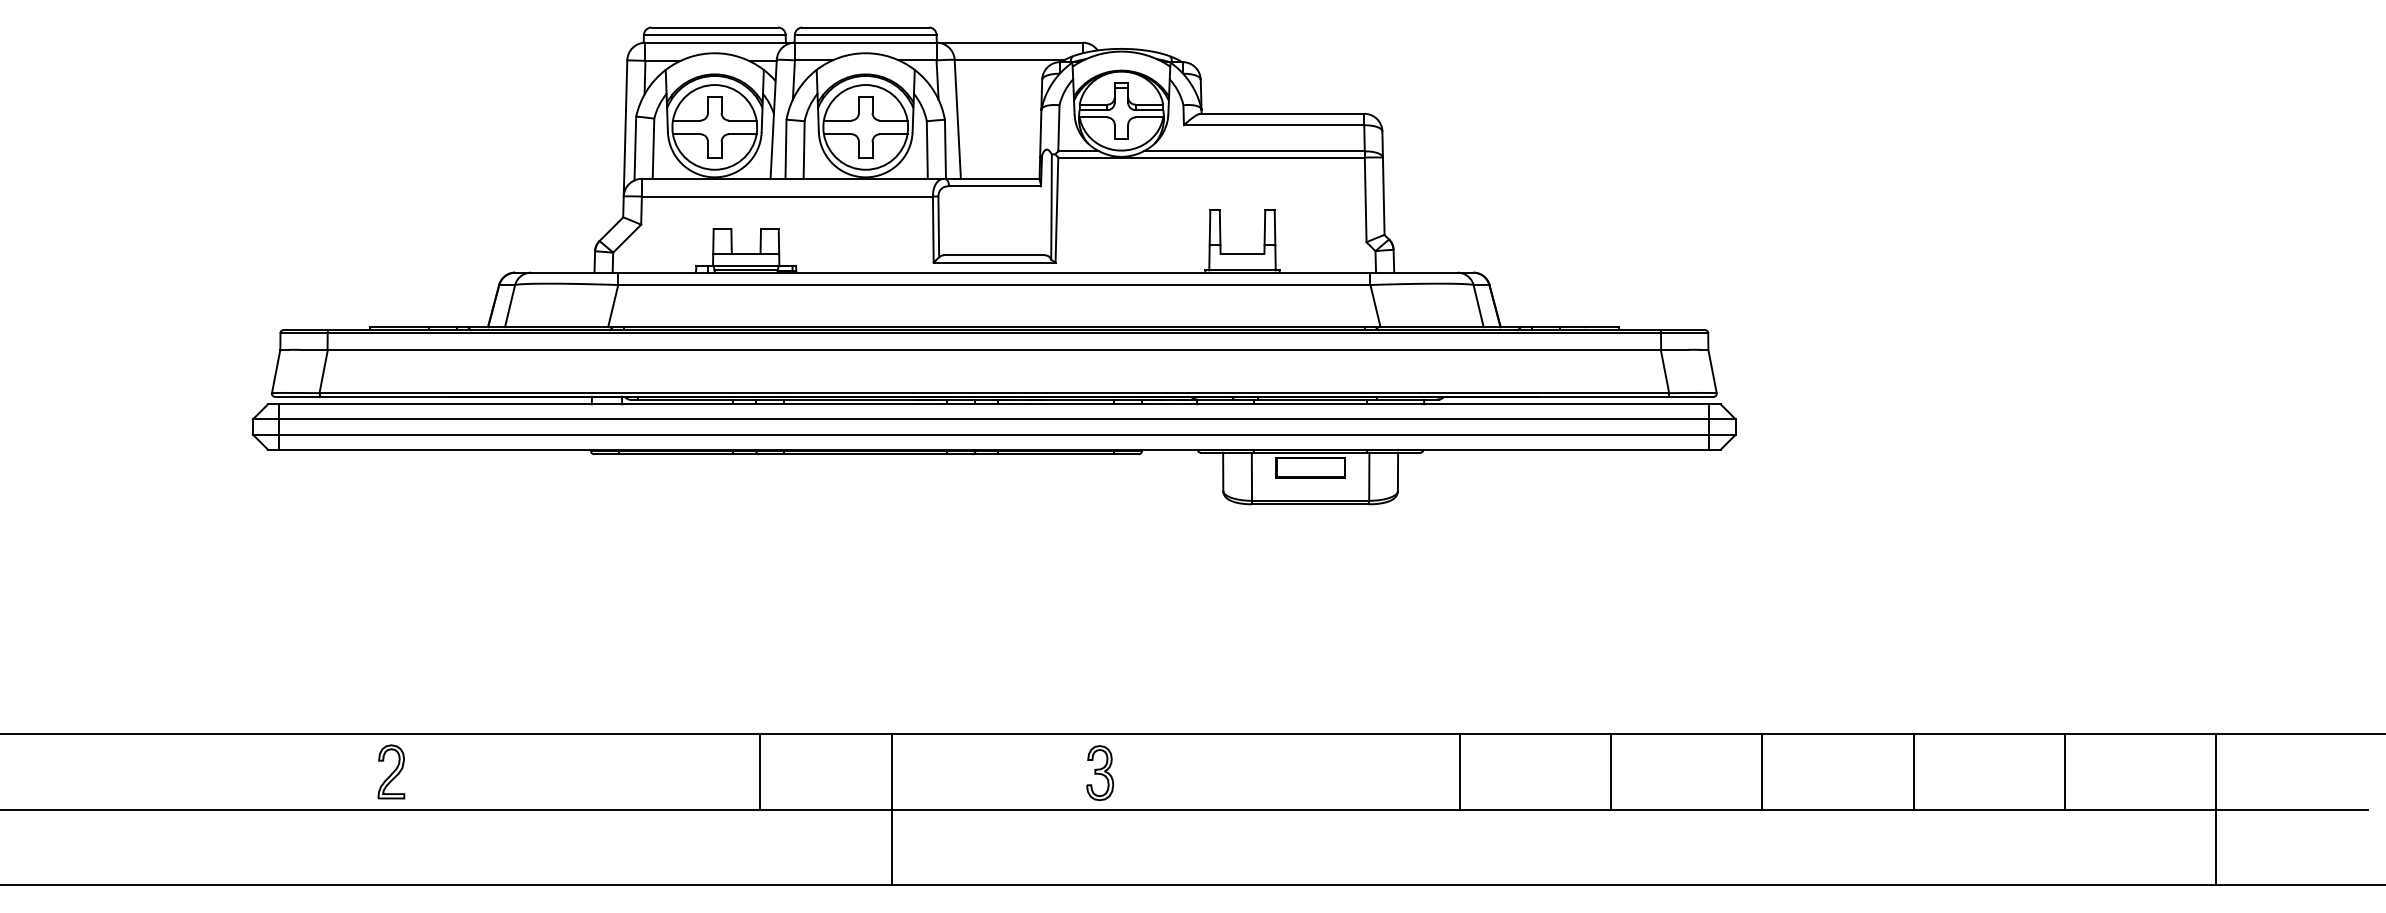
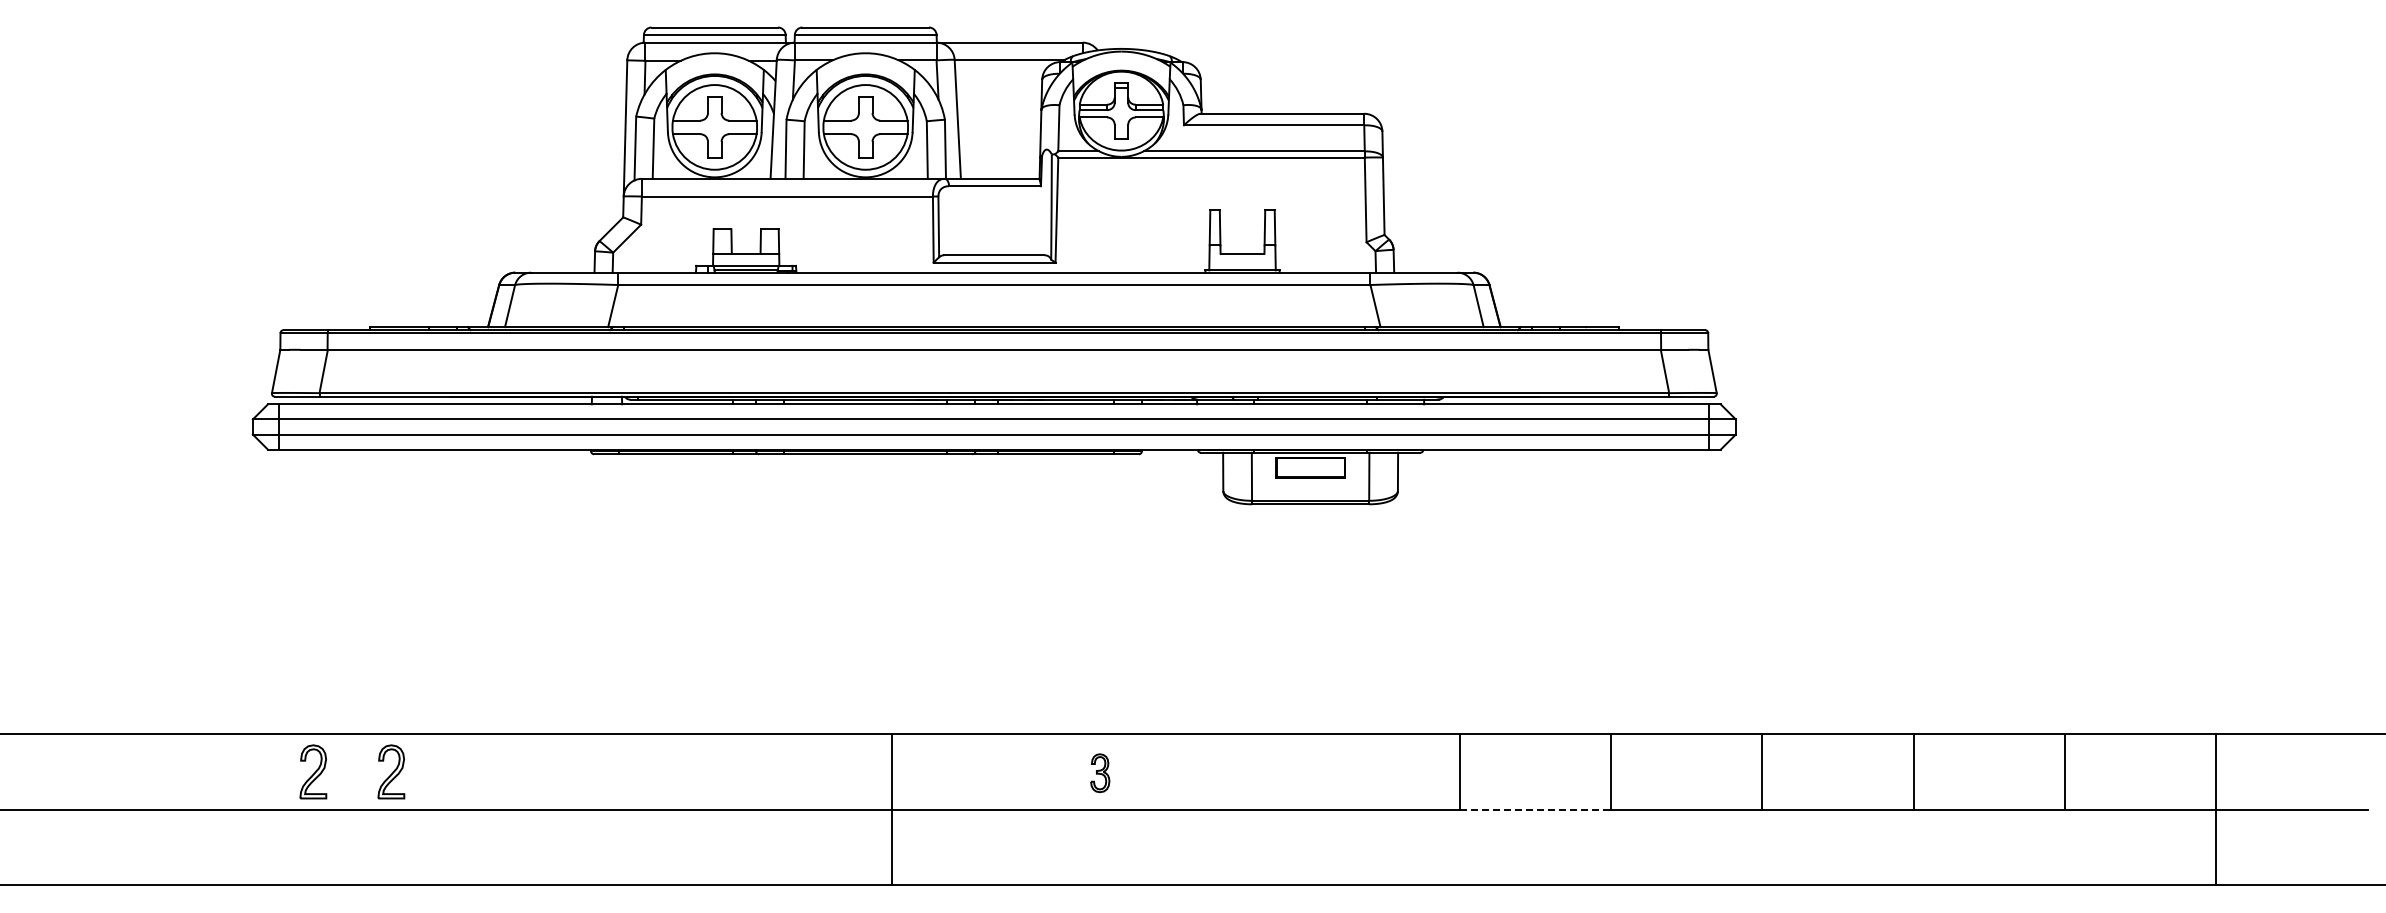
part at (313, 771): none -> present
line at (759, 771): present -> none
part at (1100, 773) size: 29x57 px -> 21x41 px
line at (1535, 809): solid -> dashed
